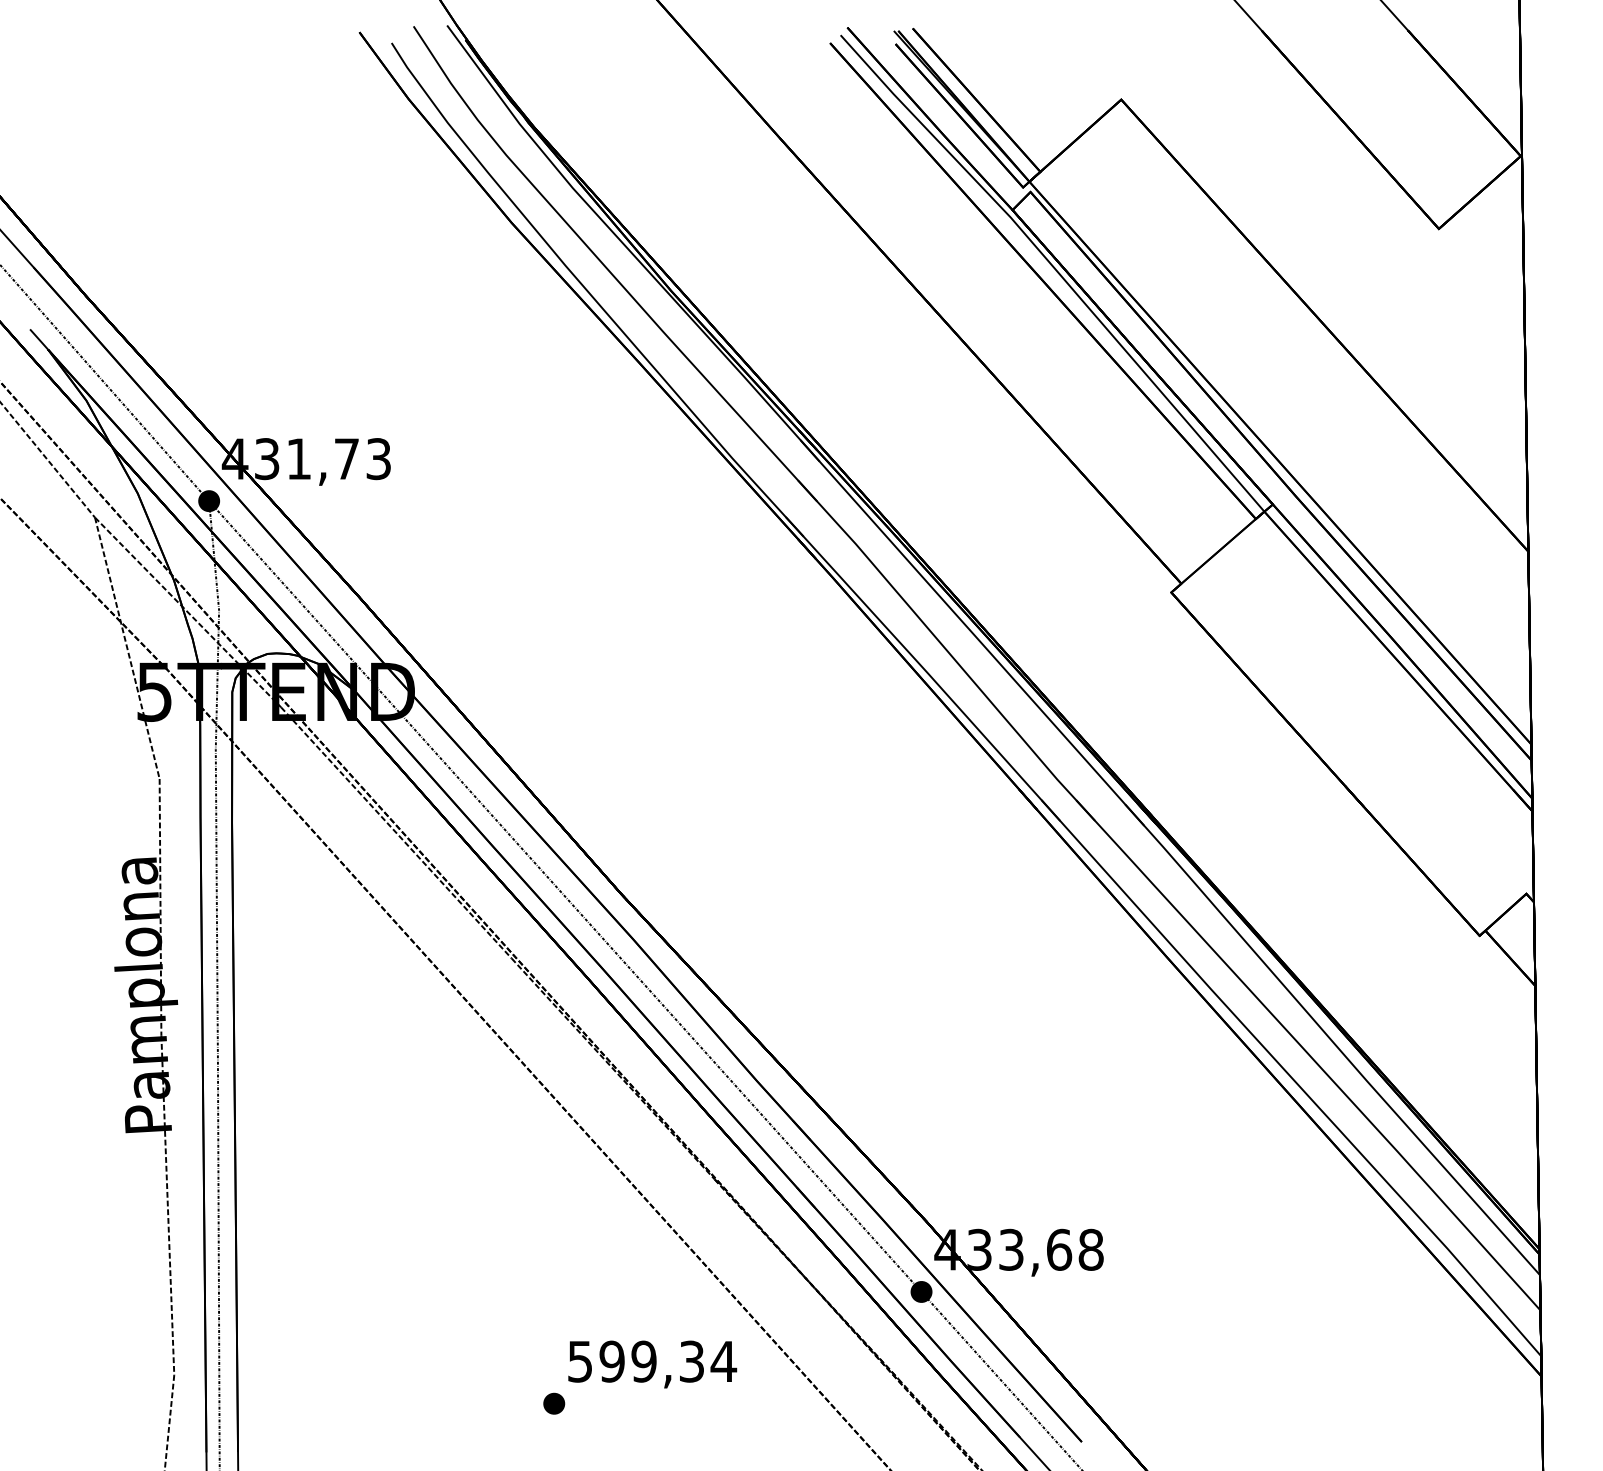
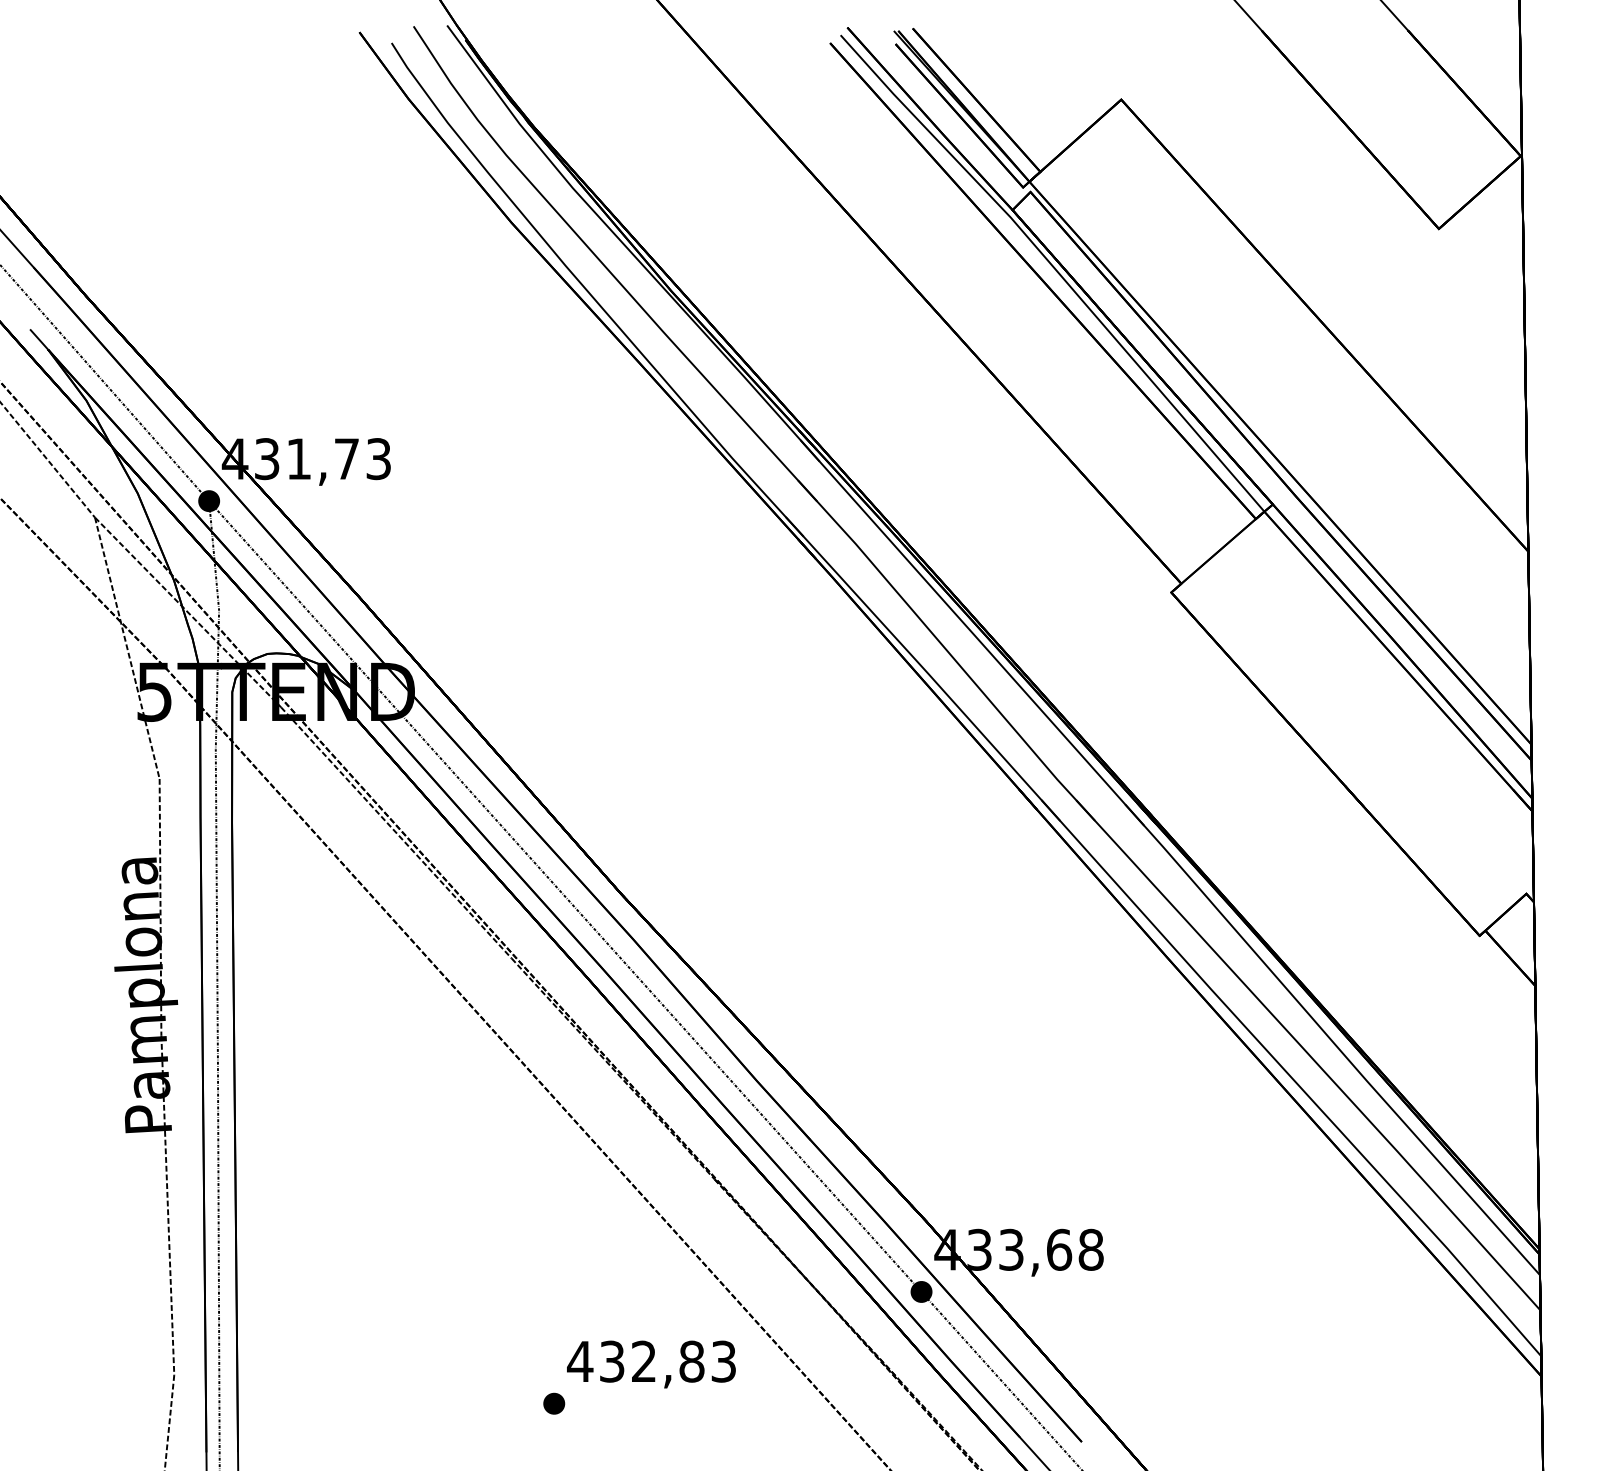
text at (652, 1361): 599,34 -> 432,83
